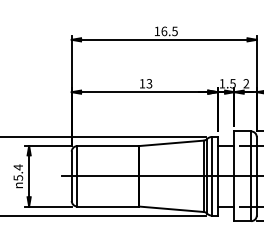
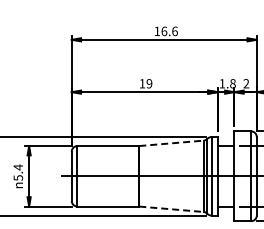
text at (174, 31): 16.5 -> 16.6
text at (149, 83): 13 -> 19
text at (232, 83): 1.5 -> 1.8
line at (172, 143): solid -> dashed
line at (172, 209): solid -> dashed
